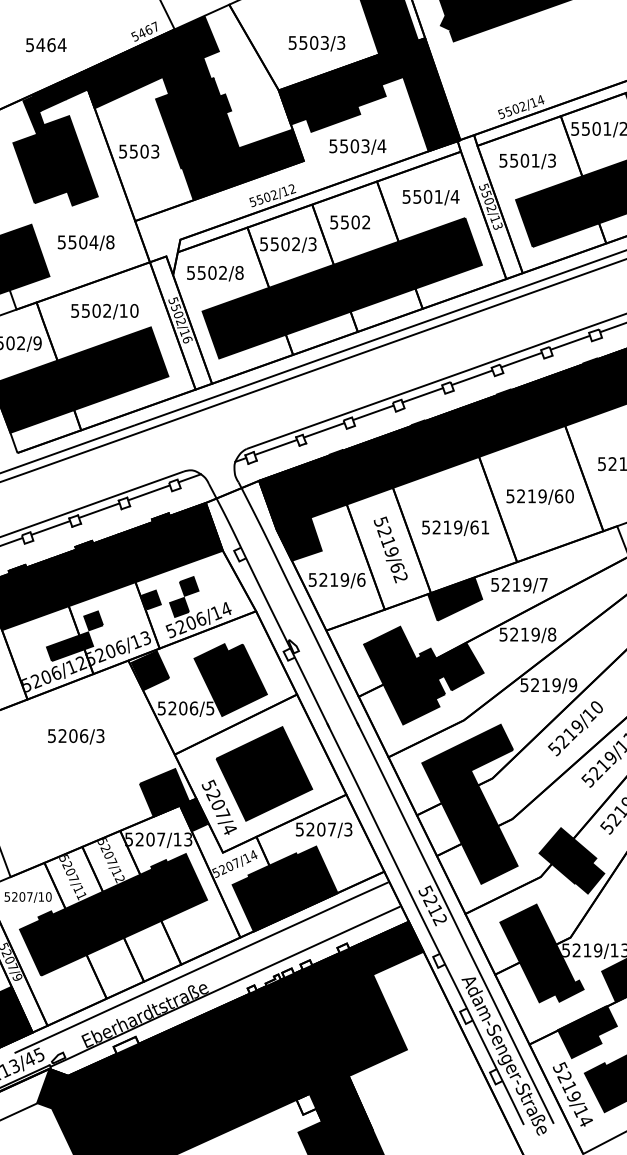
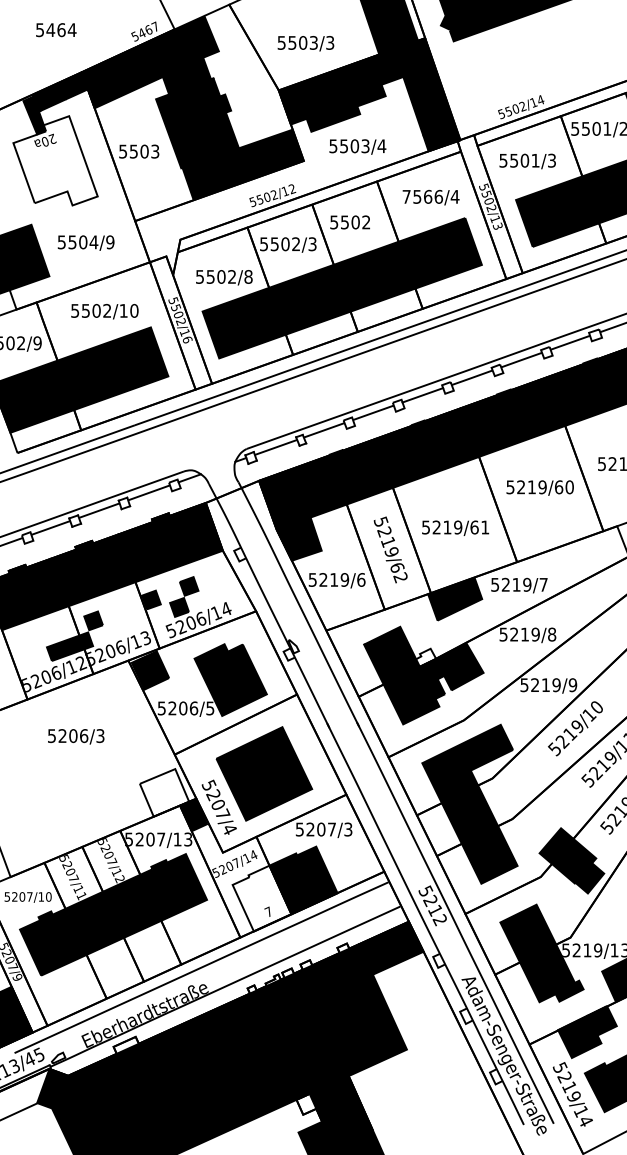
text at (316, 43) position: (316, 43) -> (305, 43)
text at (46, 45) position: (46, 45) -> (56, 30)
fill at (55, 160): present -> none
text at (422, 196): 5501/4 -> 7566/4
text at (110, 242): 5504/8 -> 5504/9
text at (215, 273) position: (215, 273) -> (224, 277)
text at (539, 496) position: (539, 496) -> (539, 487)
fill at (426, 657): present -> none
fill at (164, 792): present -> none
fill at (261, 898): present -> none
